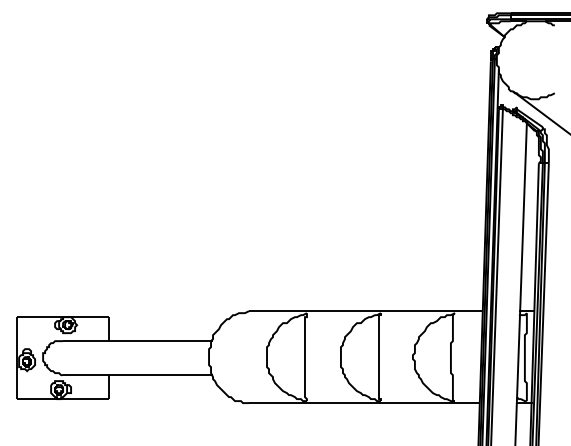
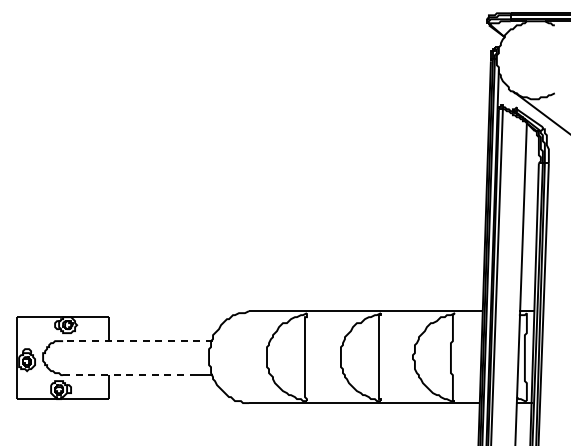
line at (138, 341): solid -> dashed
line at (127, 375): solid -> dashed
